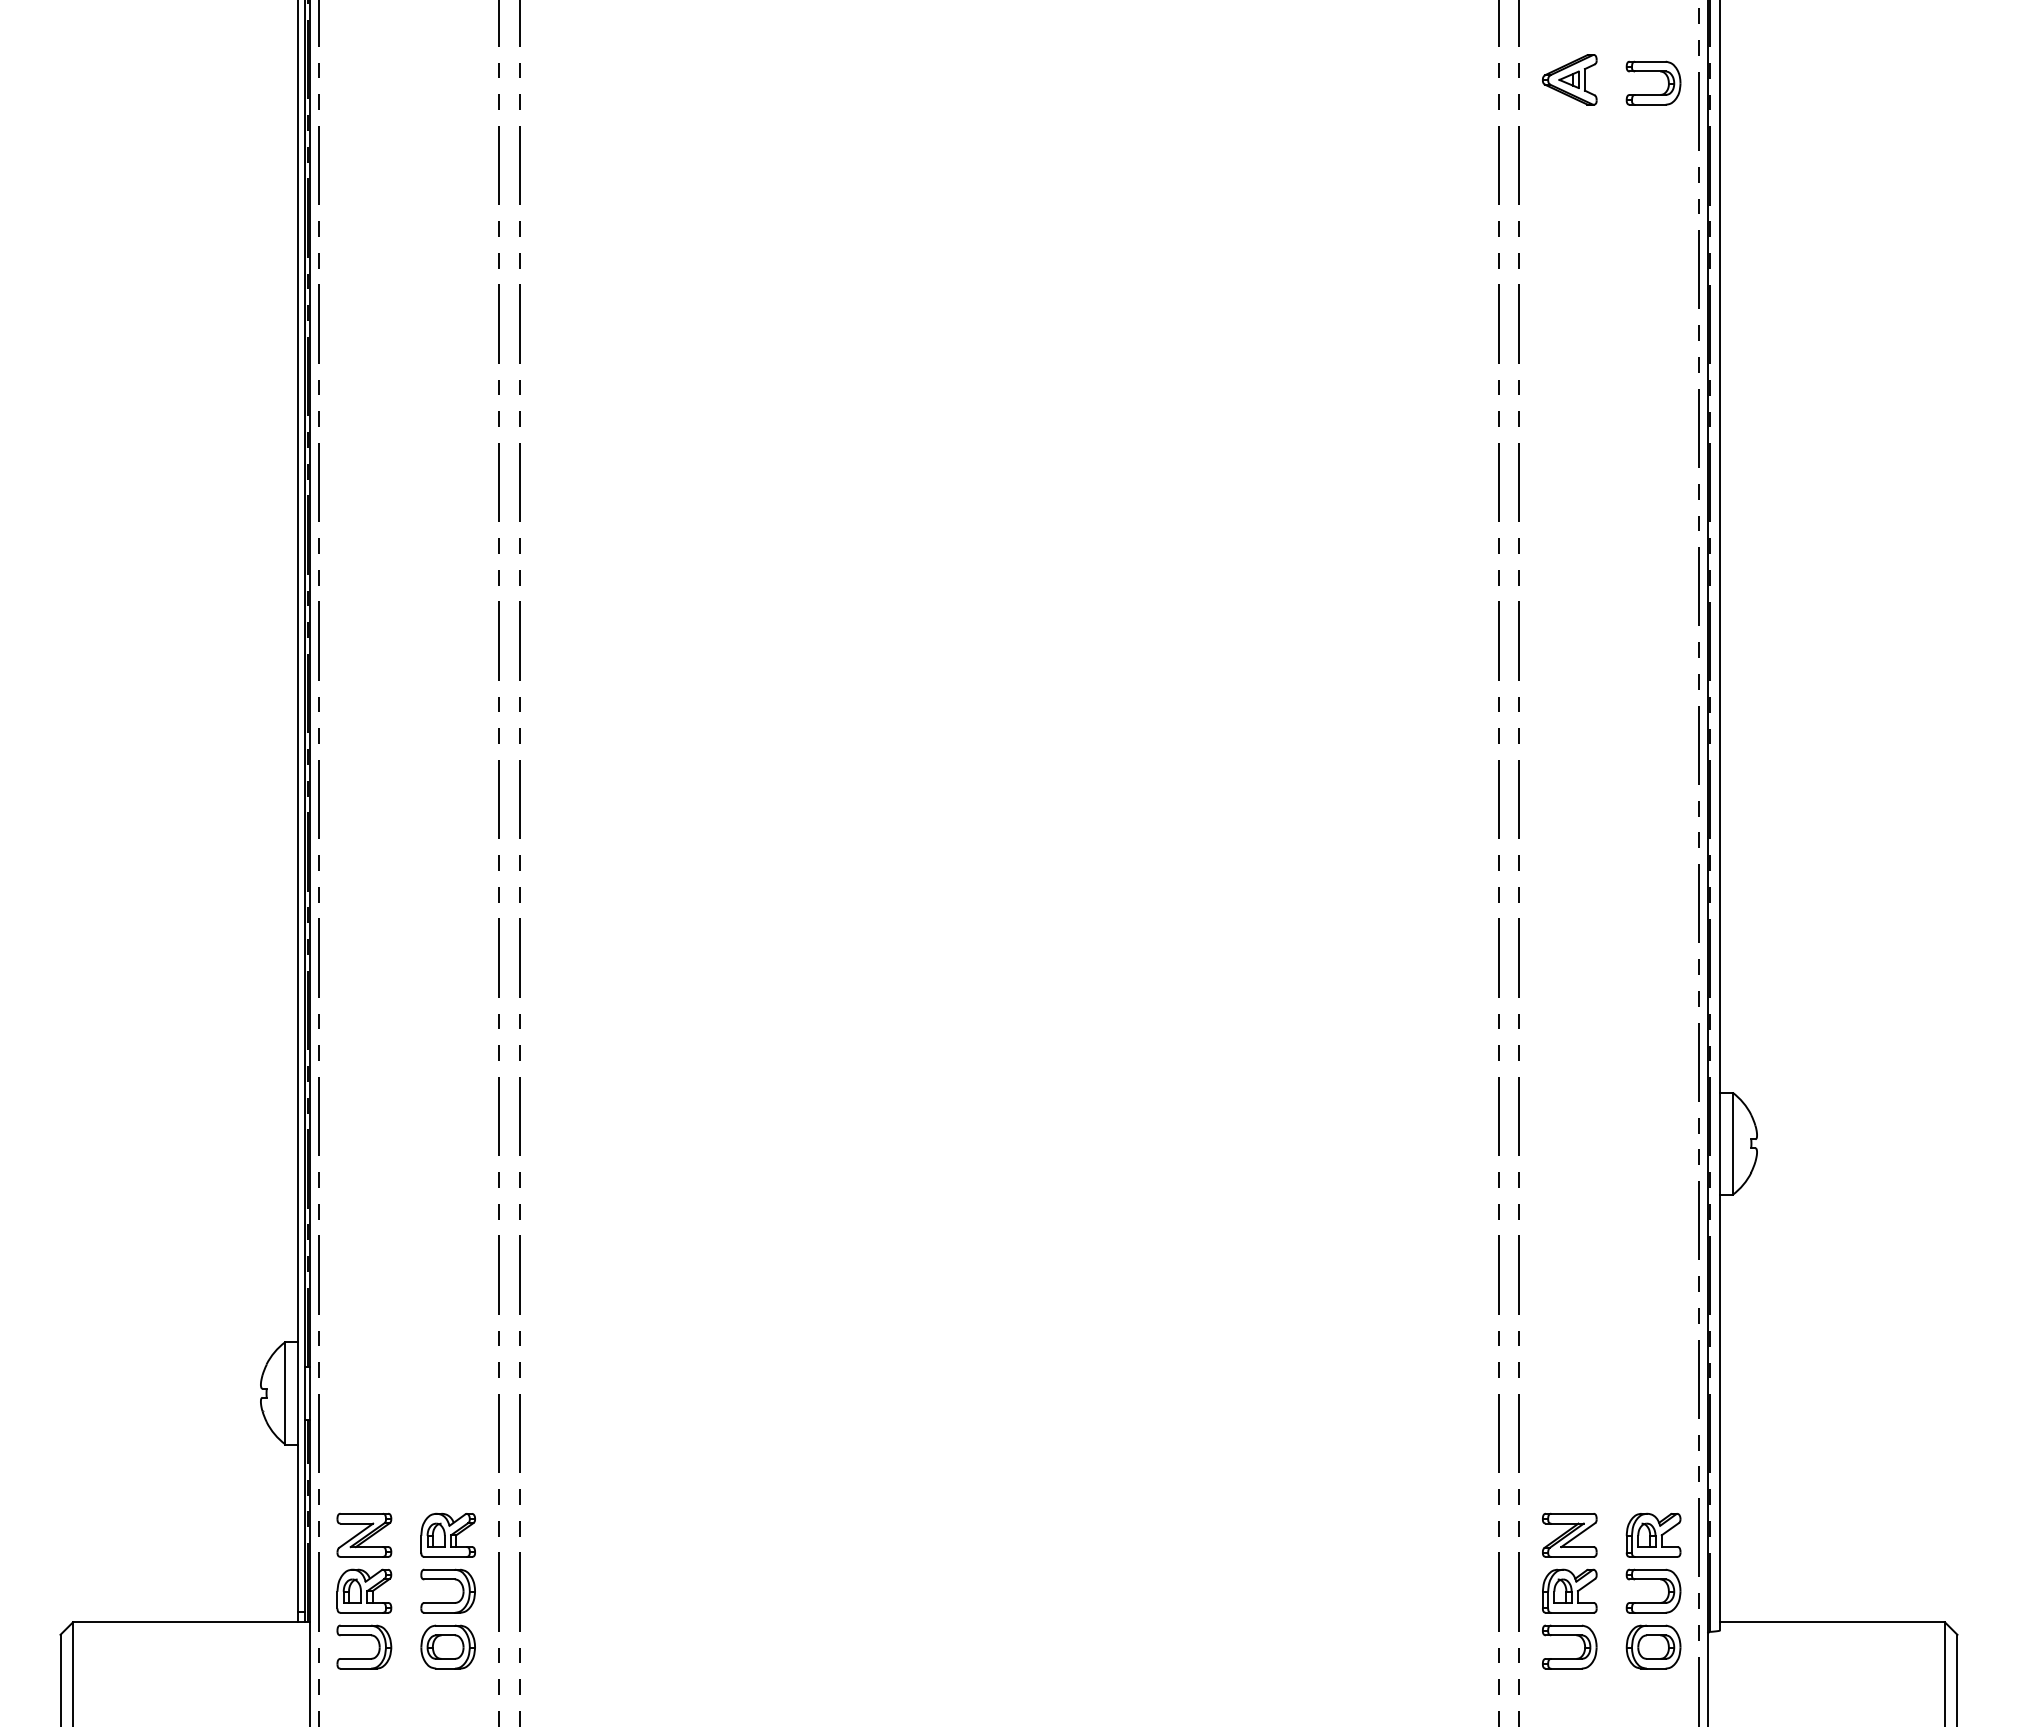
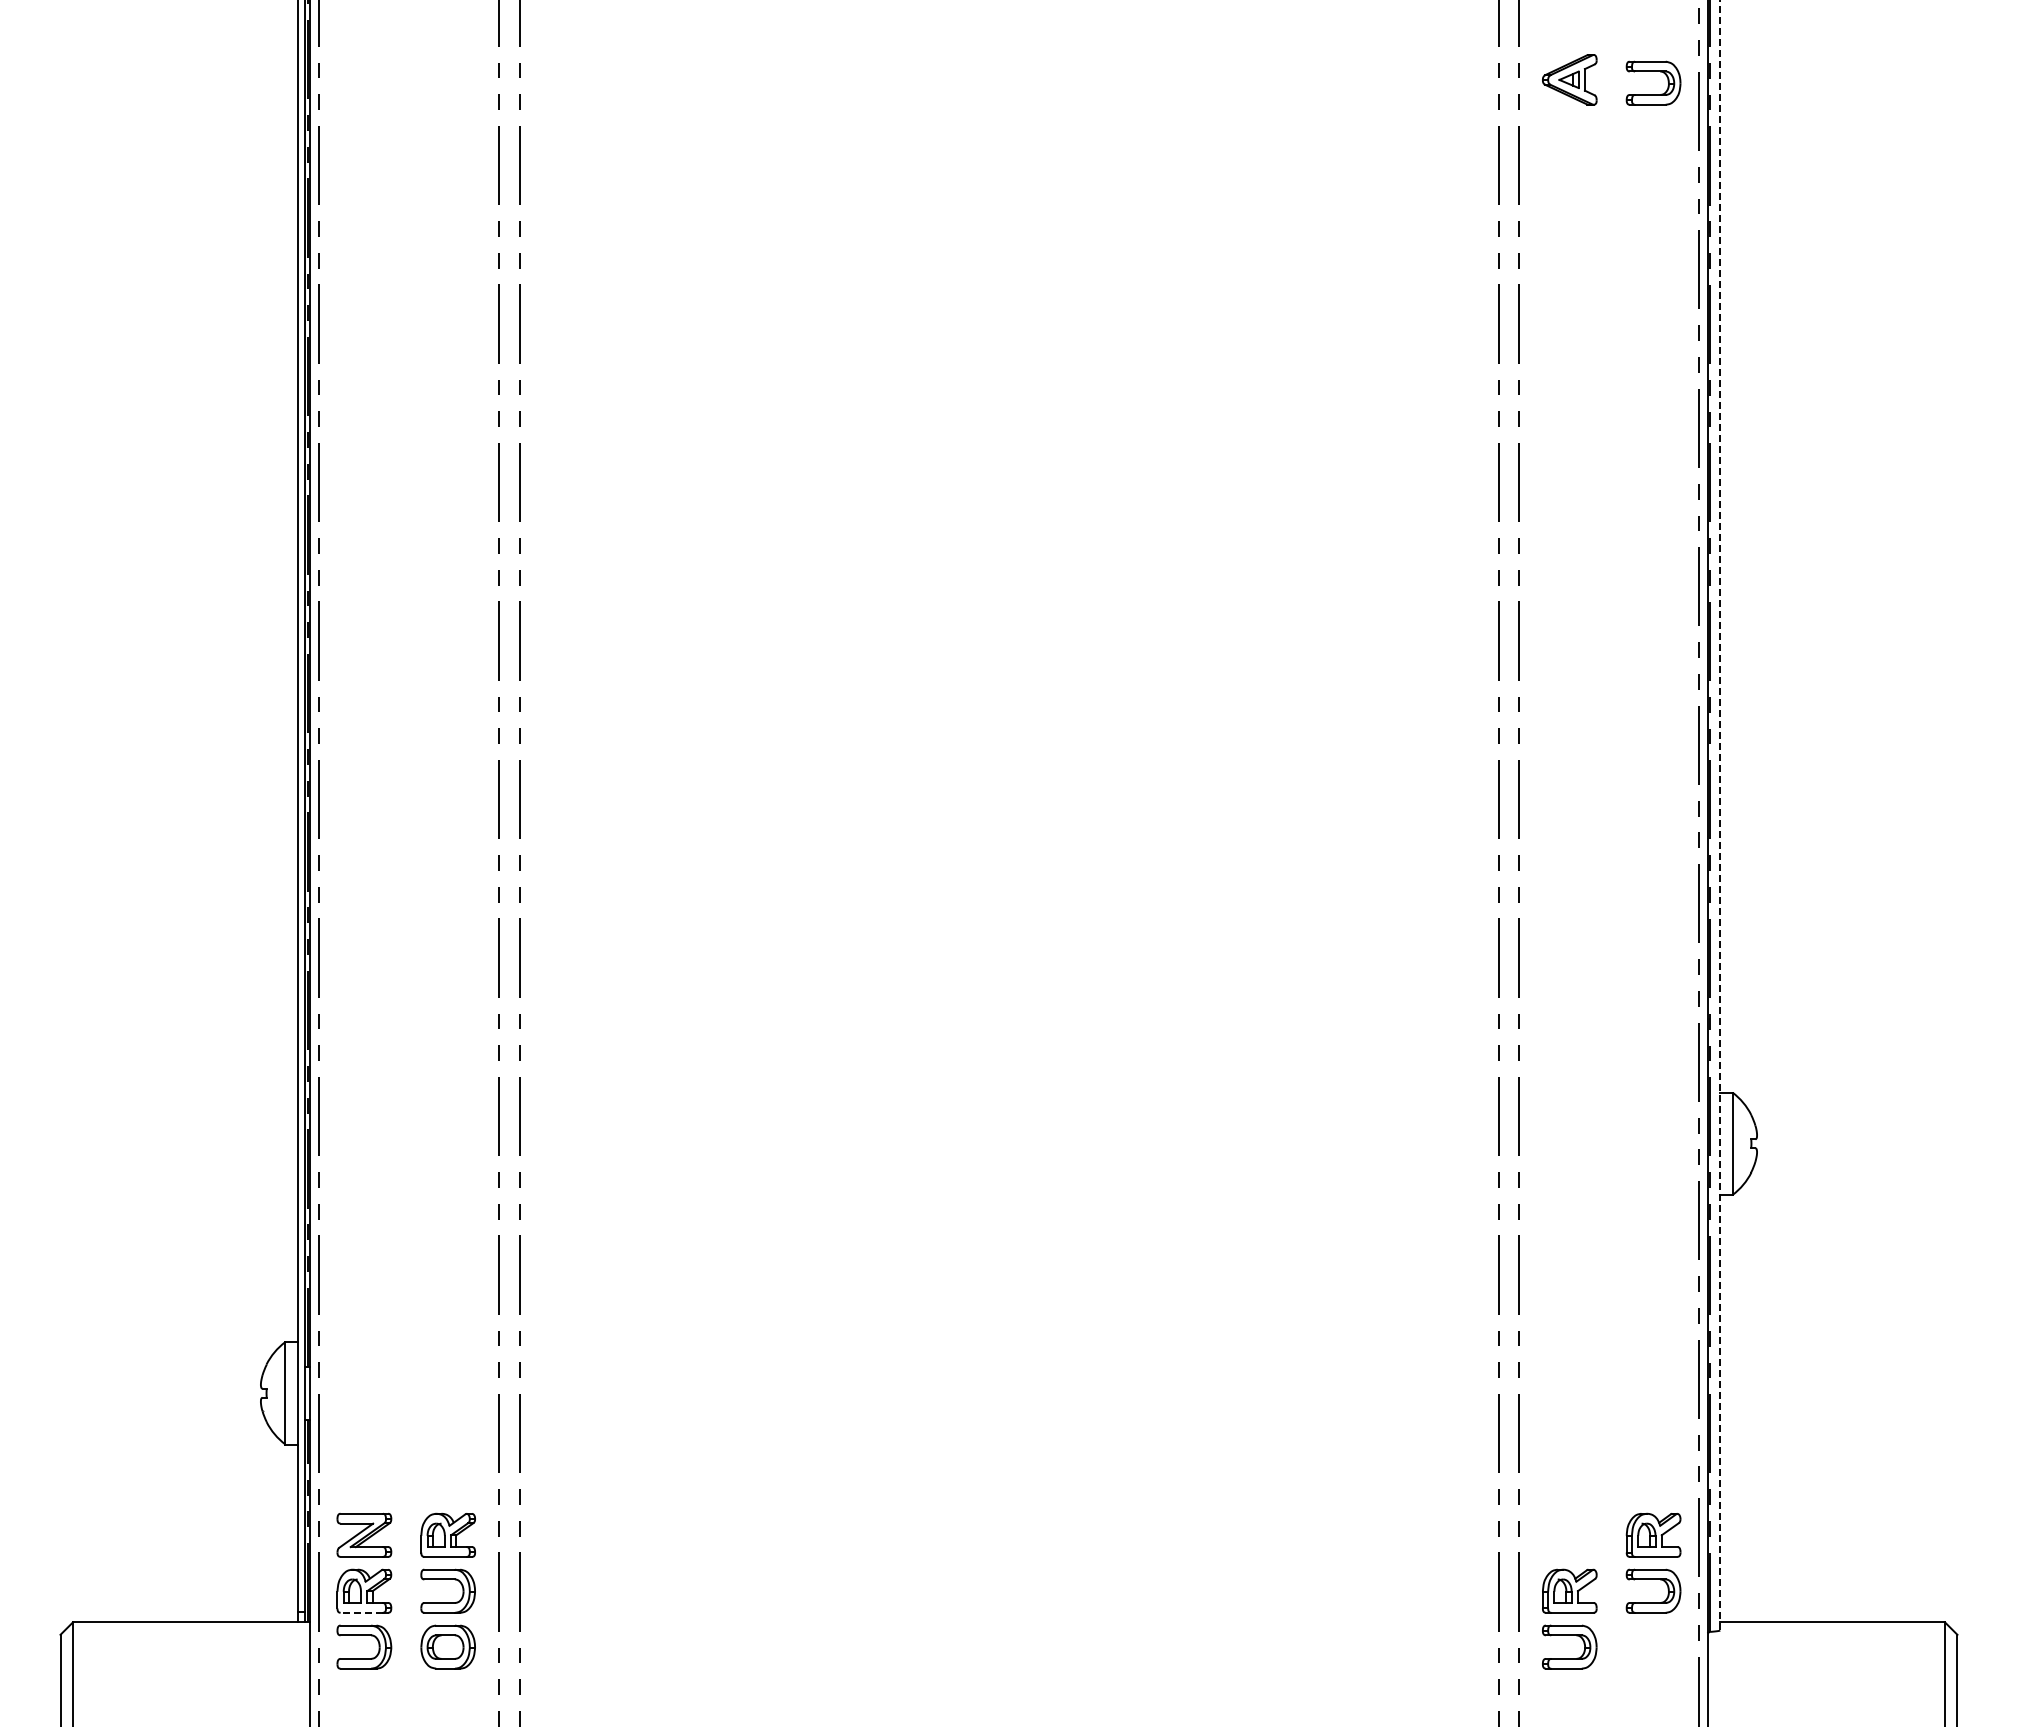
line at (1720, 815): solid -> dashed
part at (1569, 1534): present -> none
line at (361, 1612): solid -> dashed
part at (1653, 1646): present -> none
